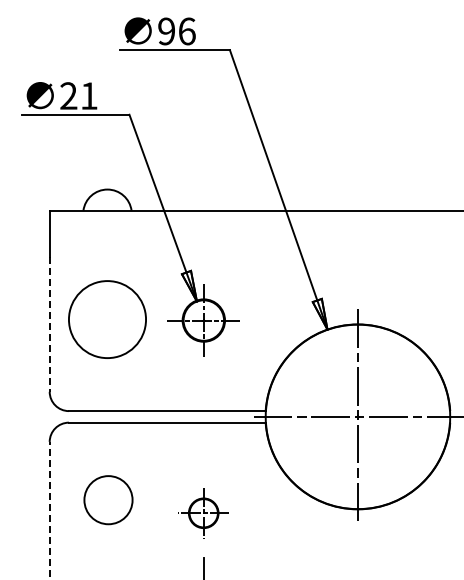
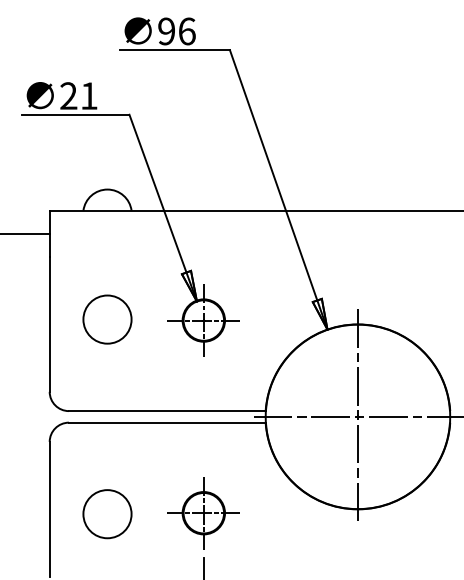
line at (25, 233): none -> present
circle at (107, 319) diameter: 77 px -> 48 px
line at (49, 324): dashed -> solid
circle at (108, 500) position: (108, 500) -> (107, 514)
line at (49, 508): dashed -> solid
part at (203, 513) size: 51x51 px -> 73x73 px
